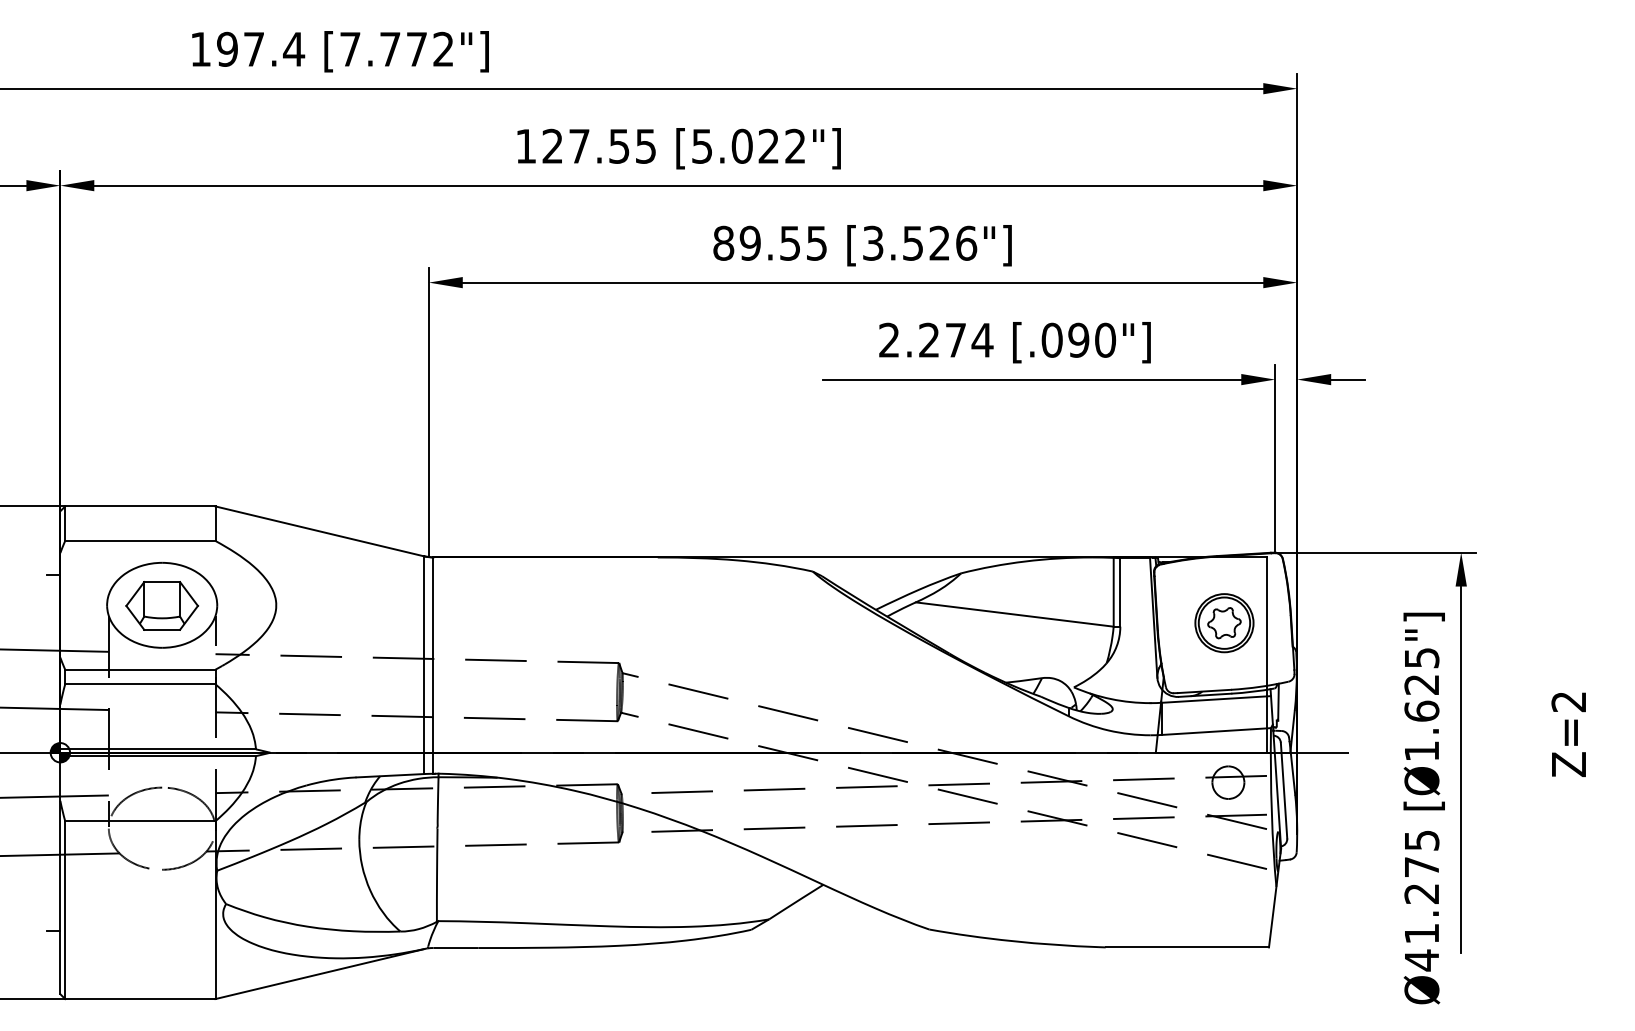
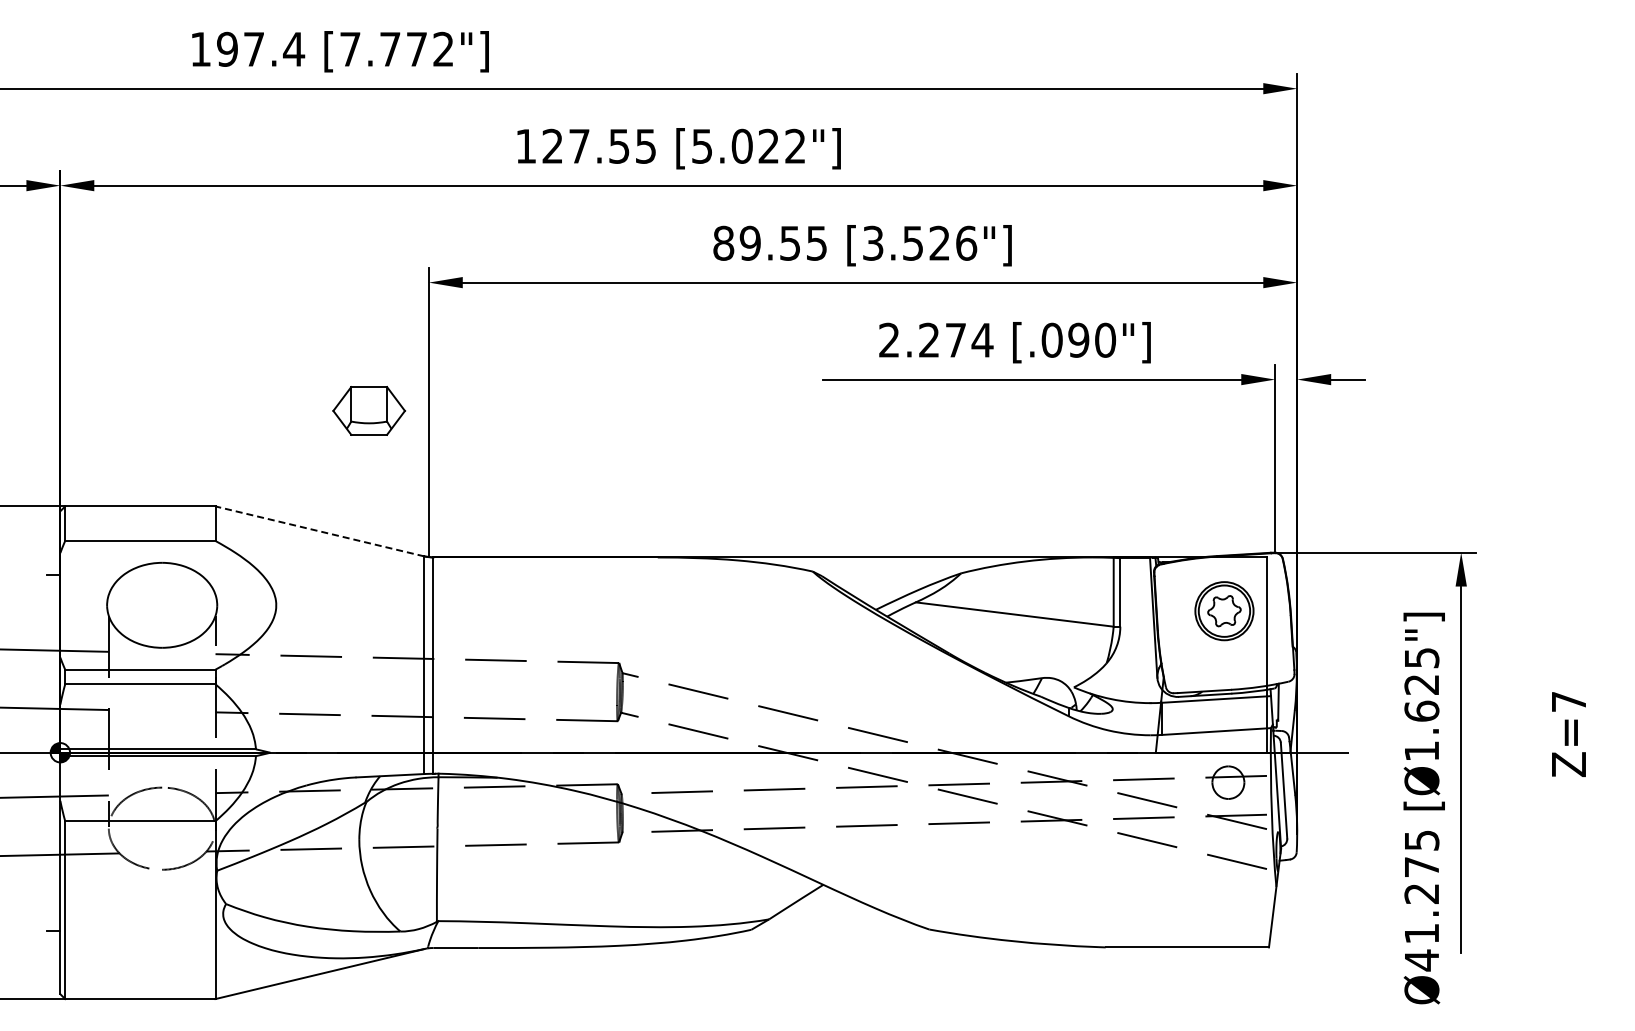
line at (319, 531): solid -> dashed
part at (161, 605) position: (161, 605) -> (368, 410)
part at (1224, 623) position: (1224, 623) -> (1224, 611)
text at (1568, 702): Z=2 -> Z=7
